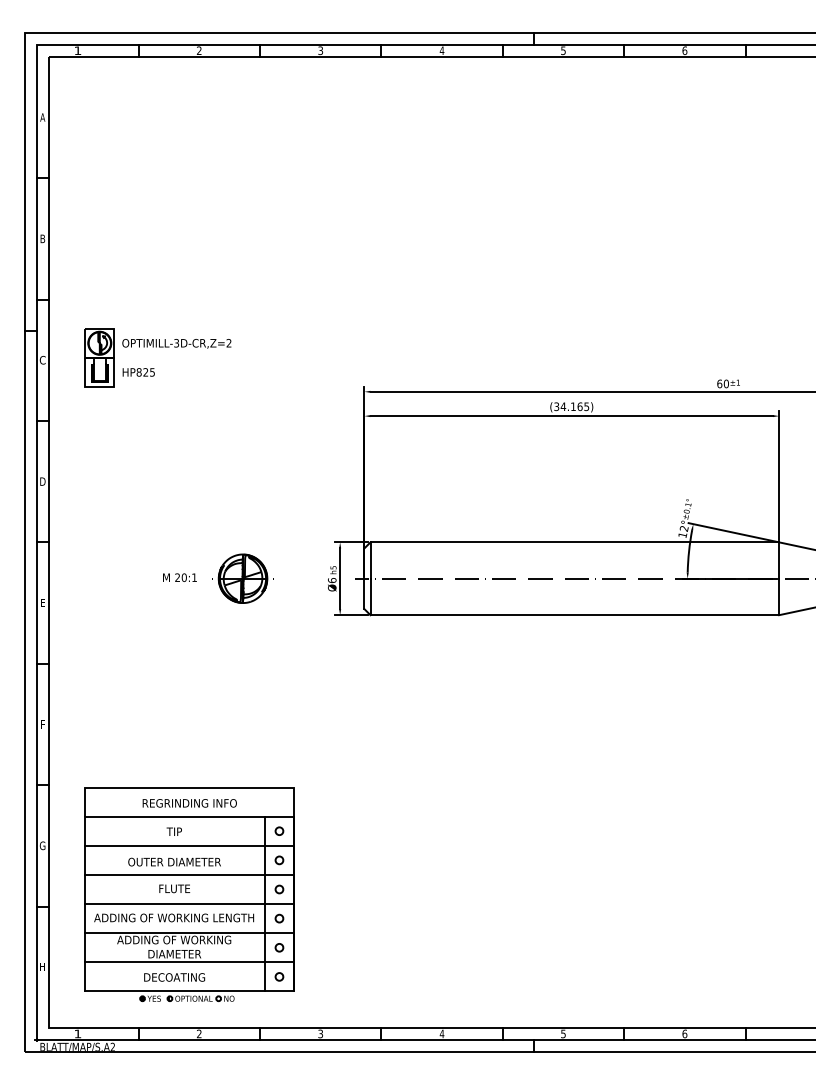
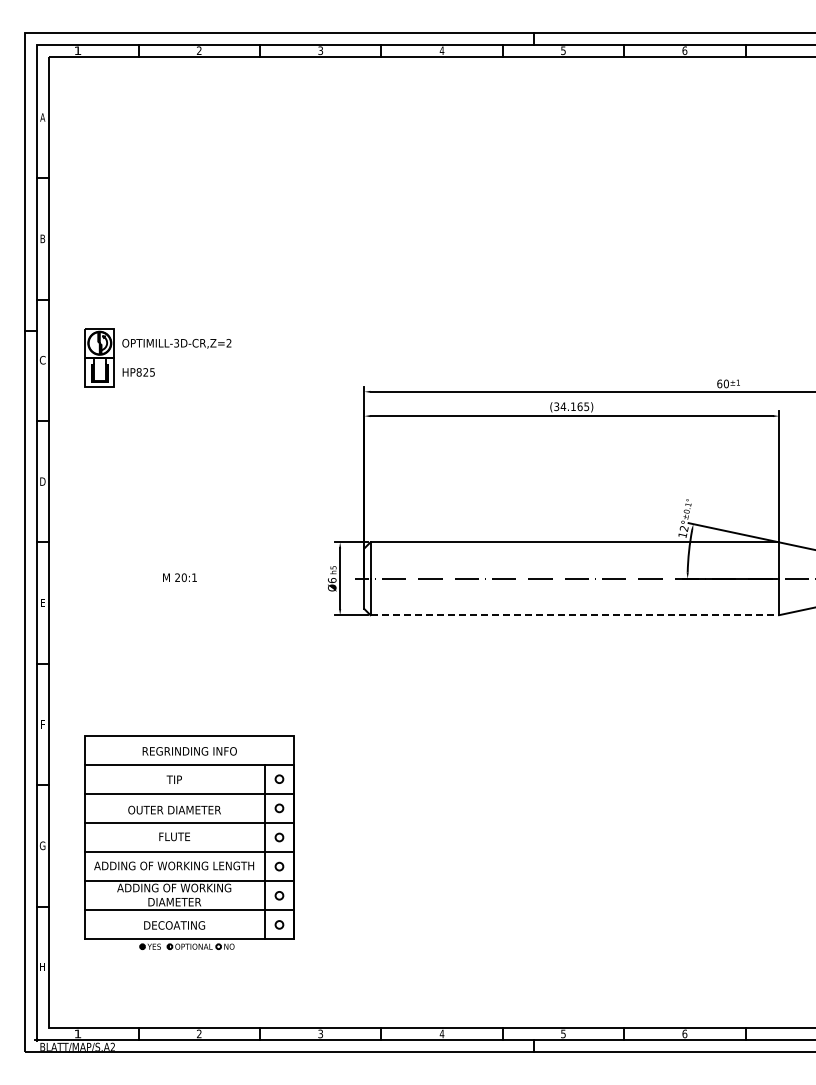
part at (242, 578): present -> none
line at (575, 615): solid -> dashed
part at (189, 894) position: (189, 894) -> (189, 842)
